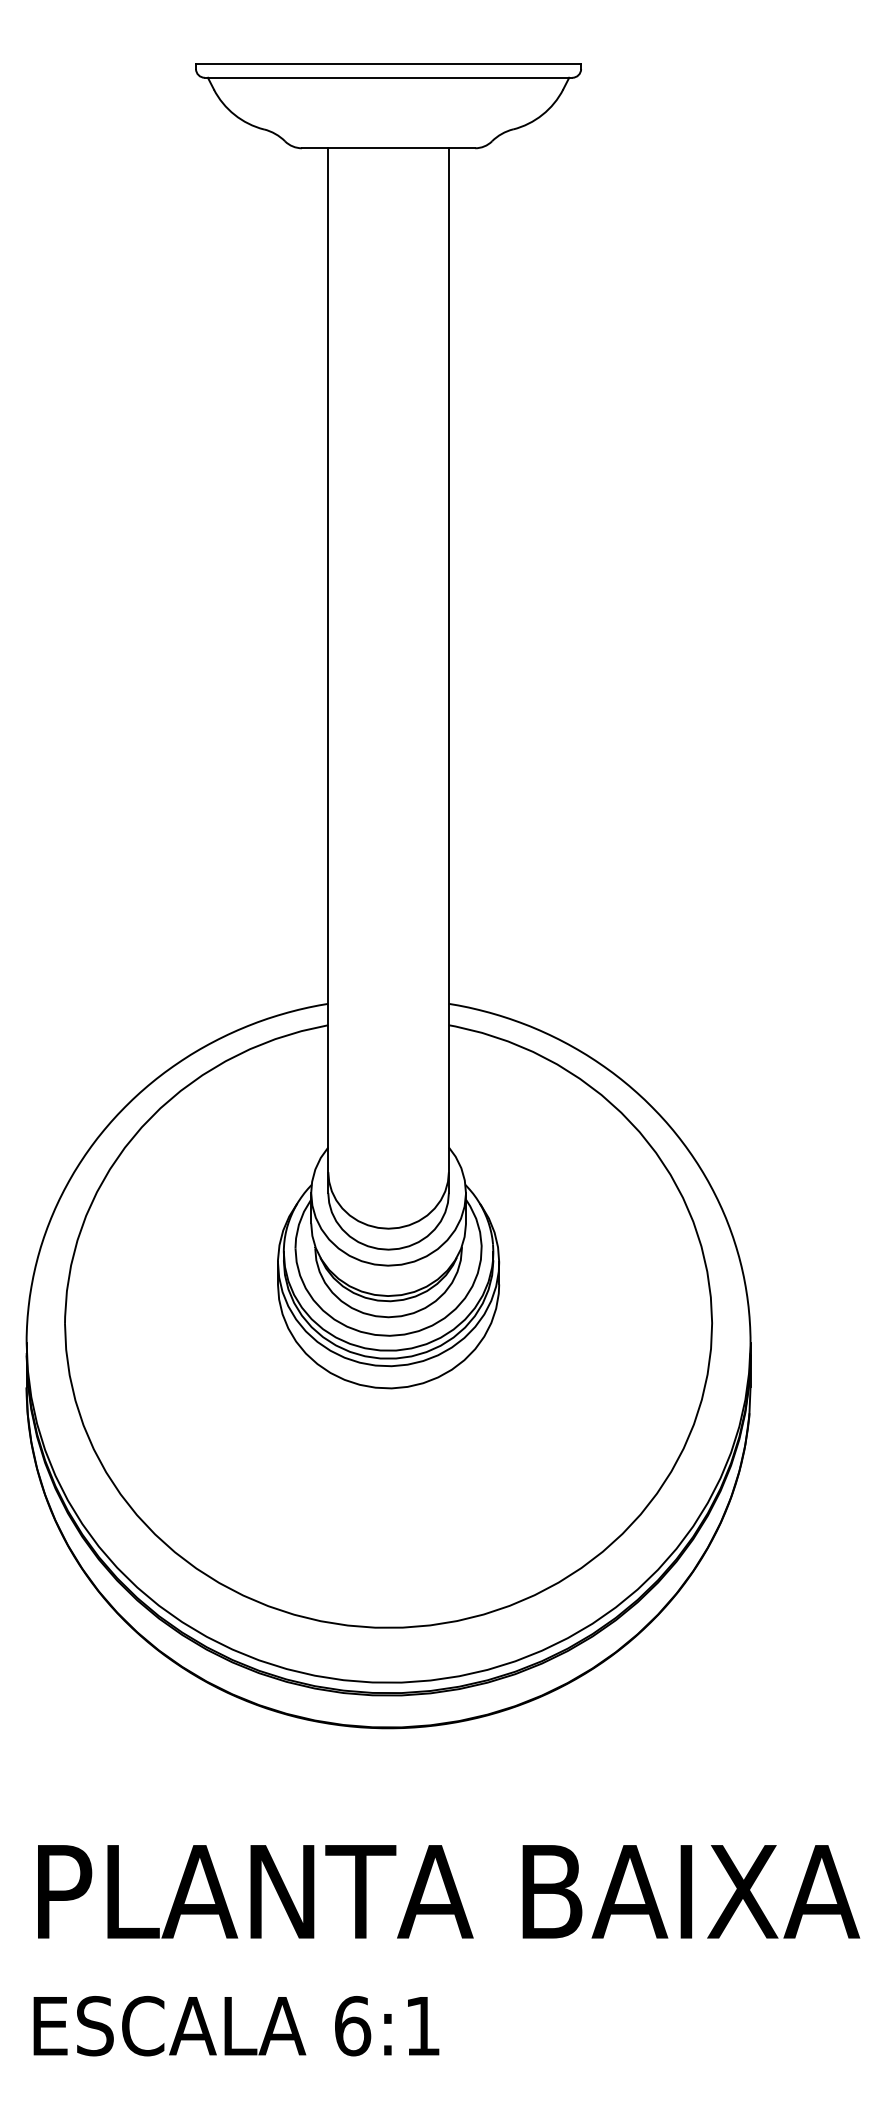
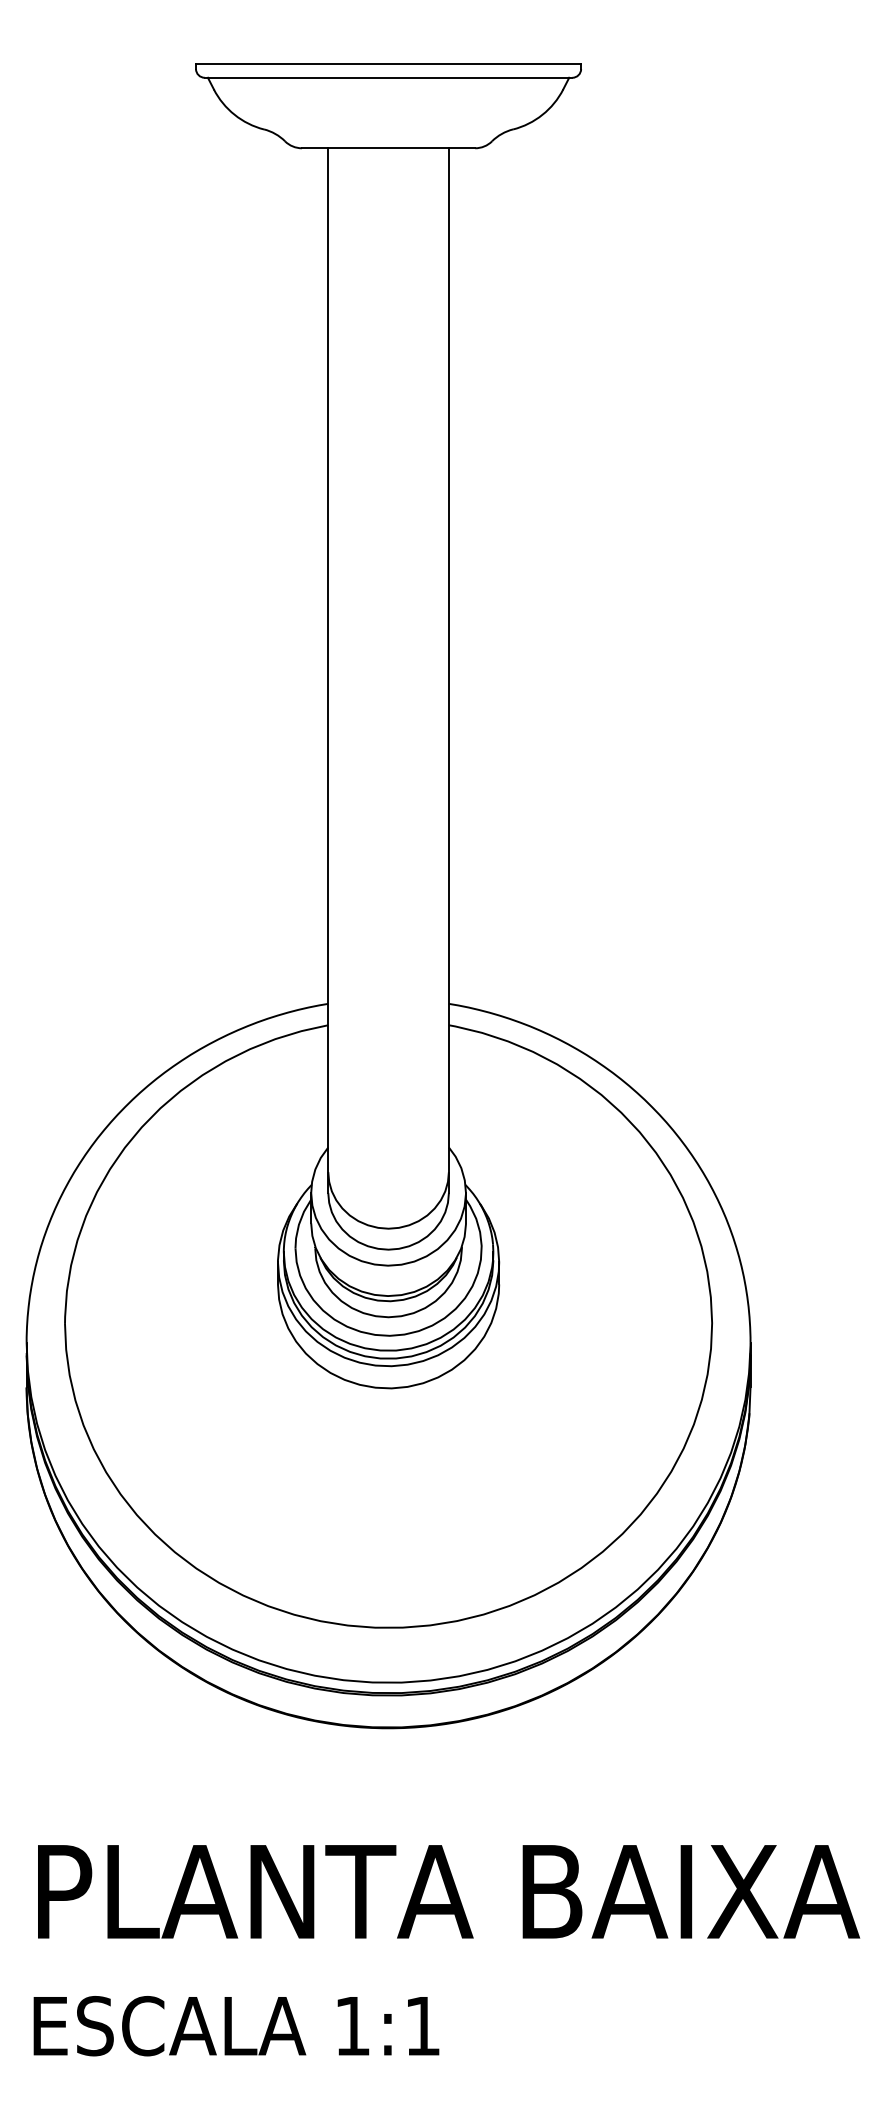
text at (353, 2026): 6:1 -> 1:1
